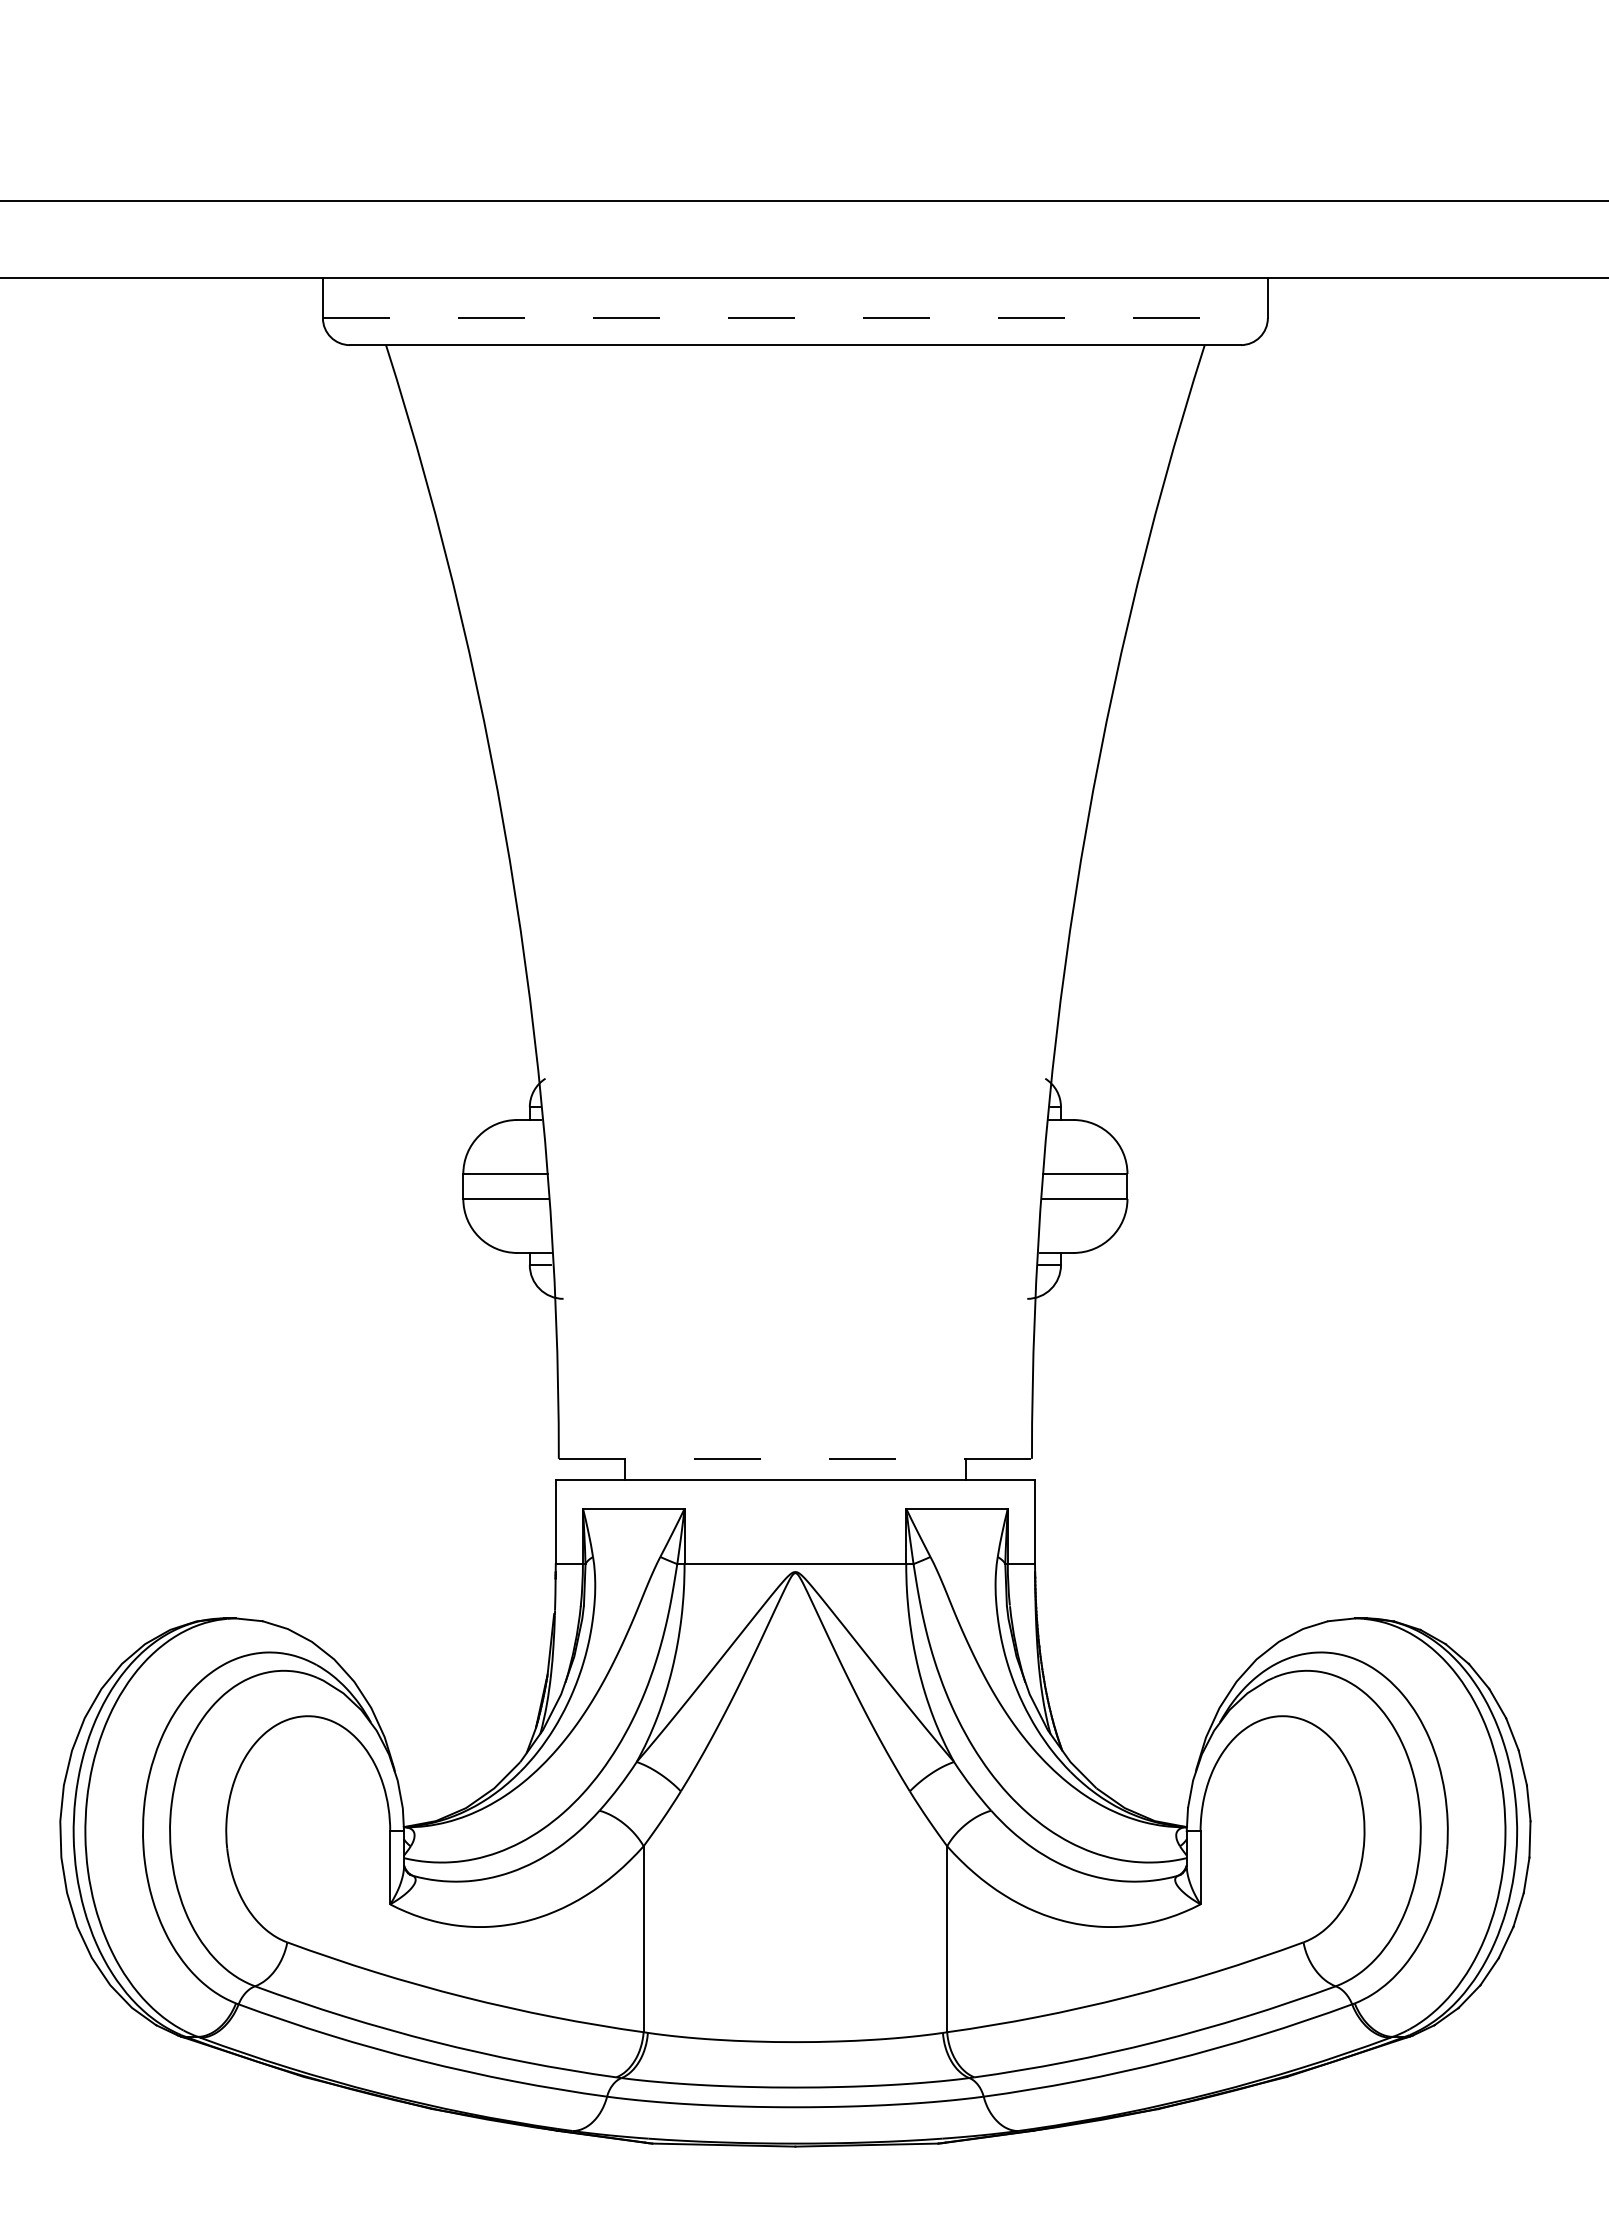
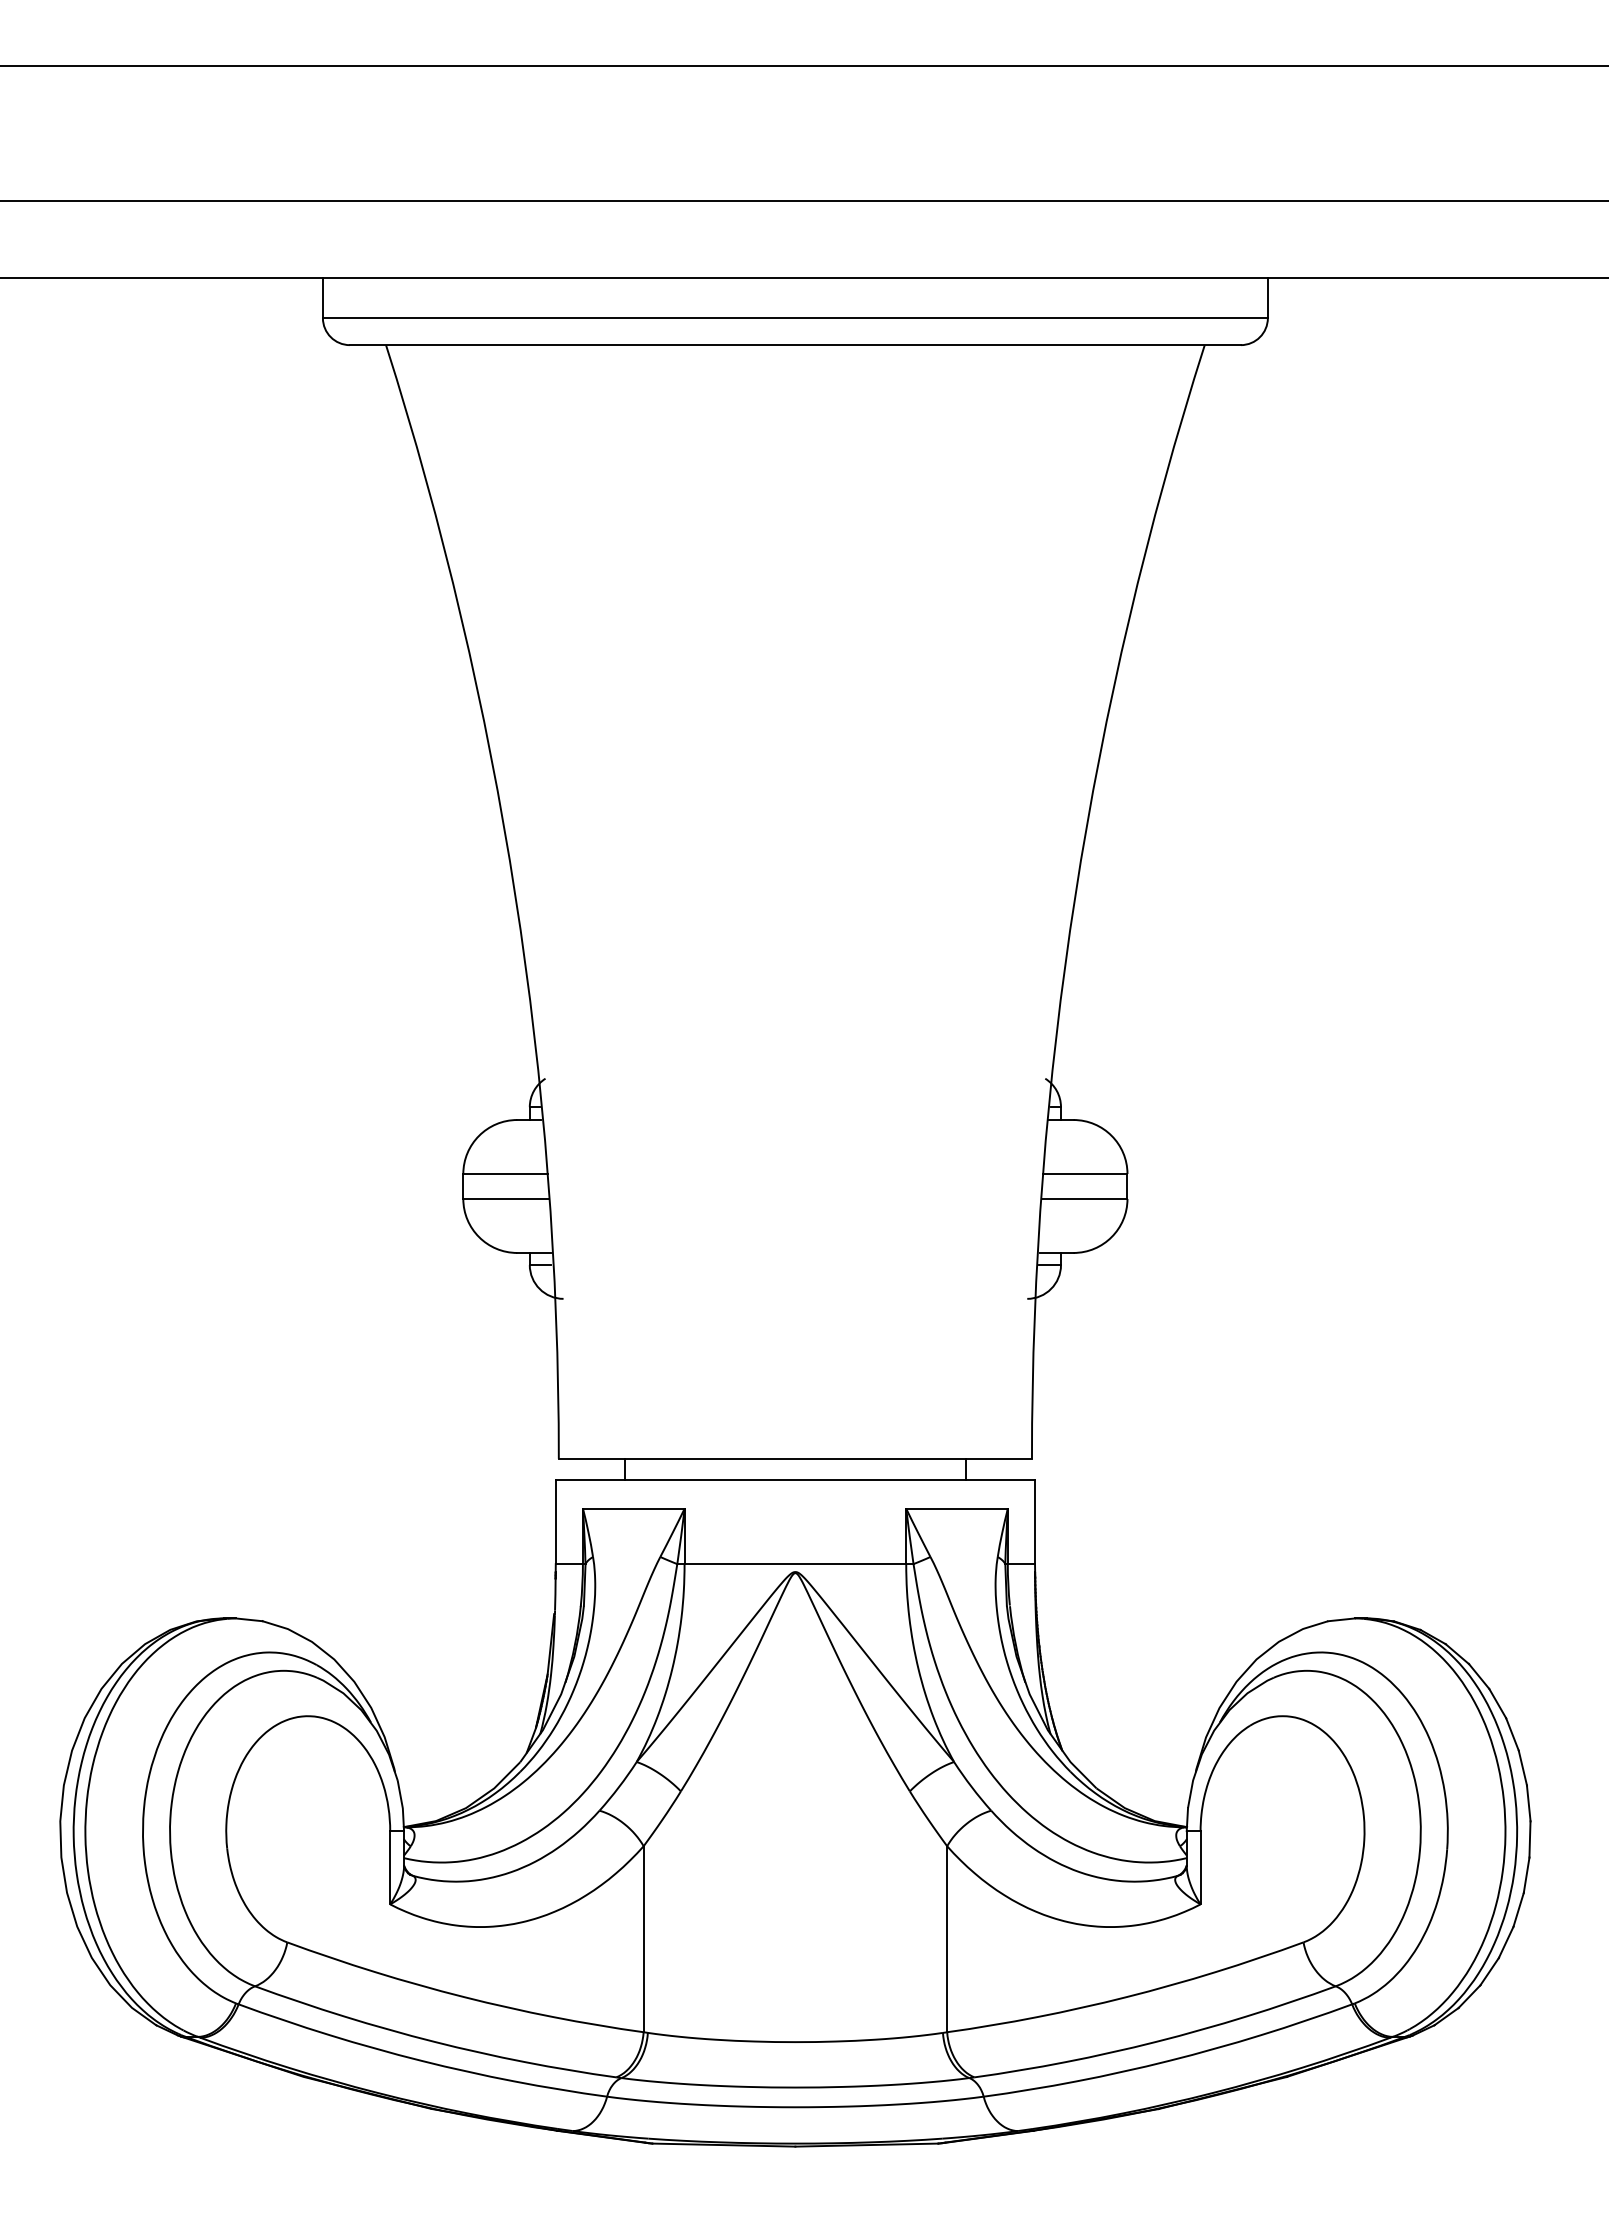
line at (803, 66): none -> present
line at (795, 318): dashed -> solid
line at (795, 1458): dashed -> solid
